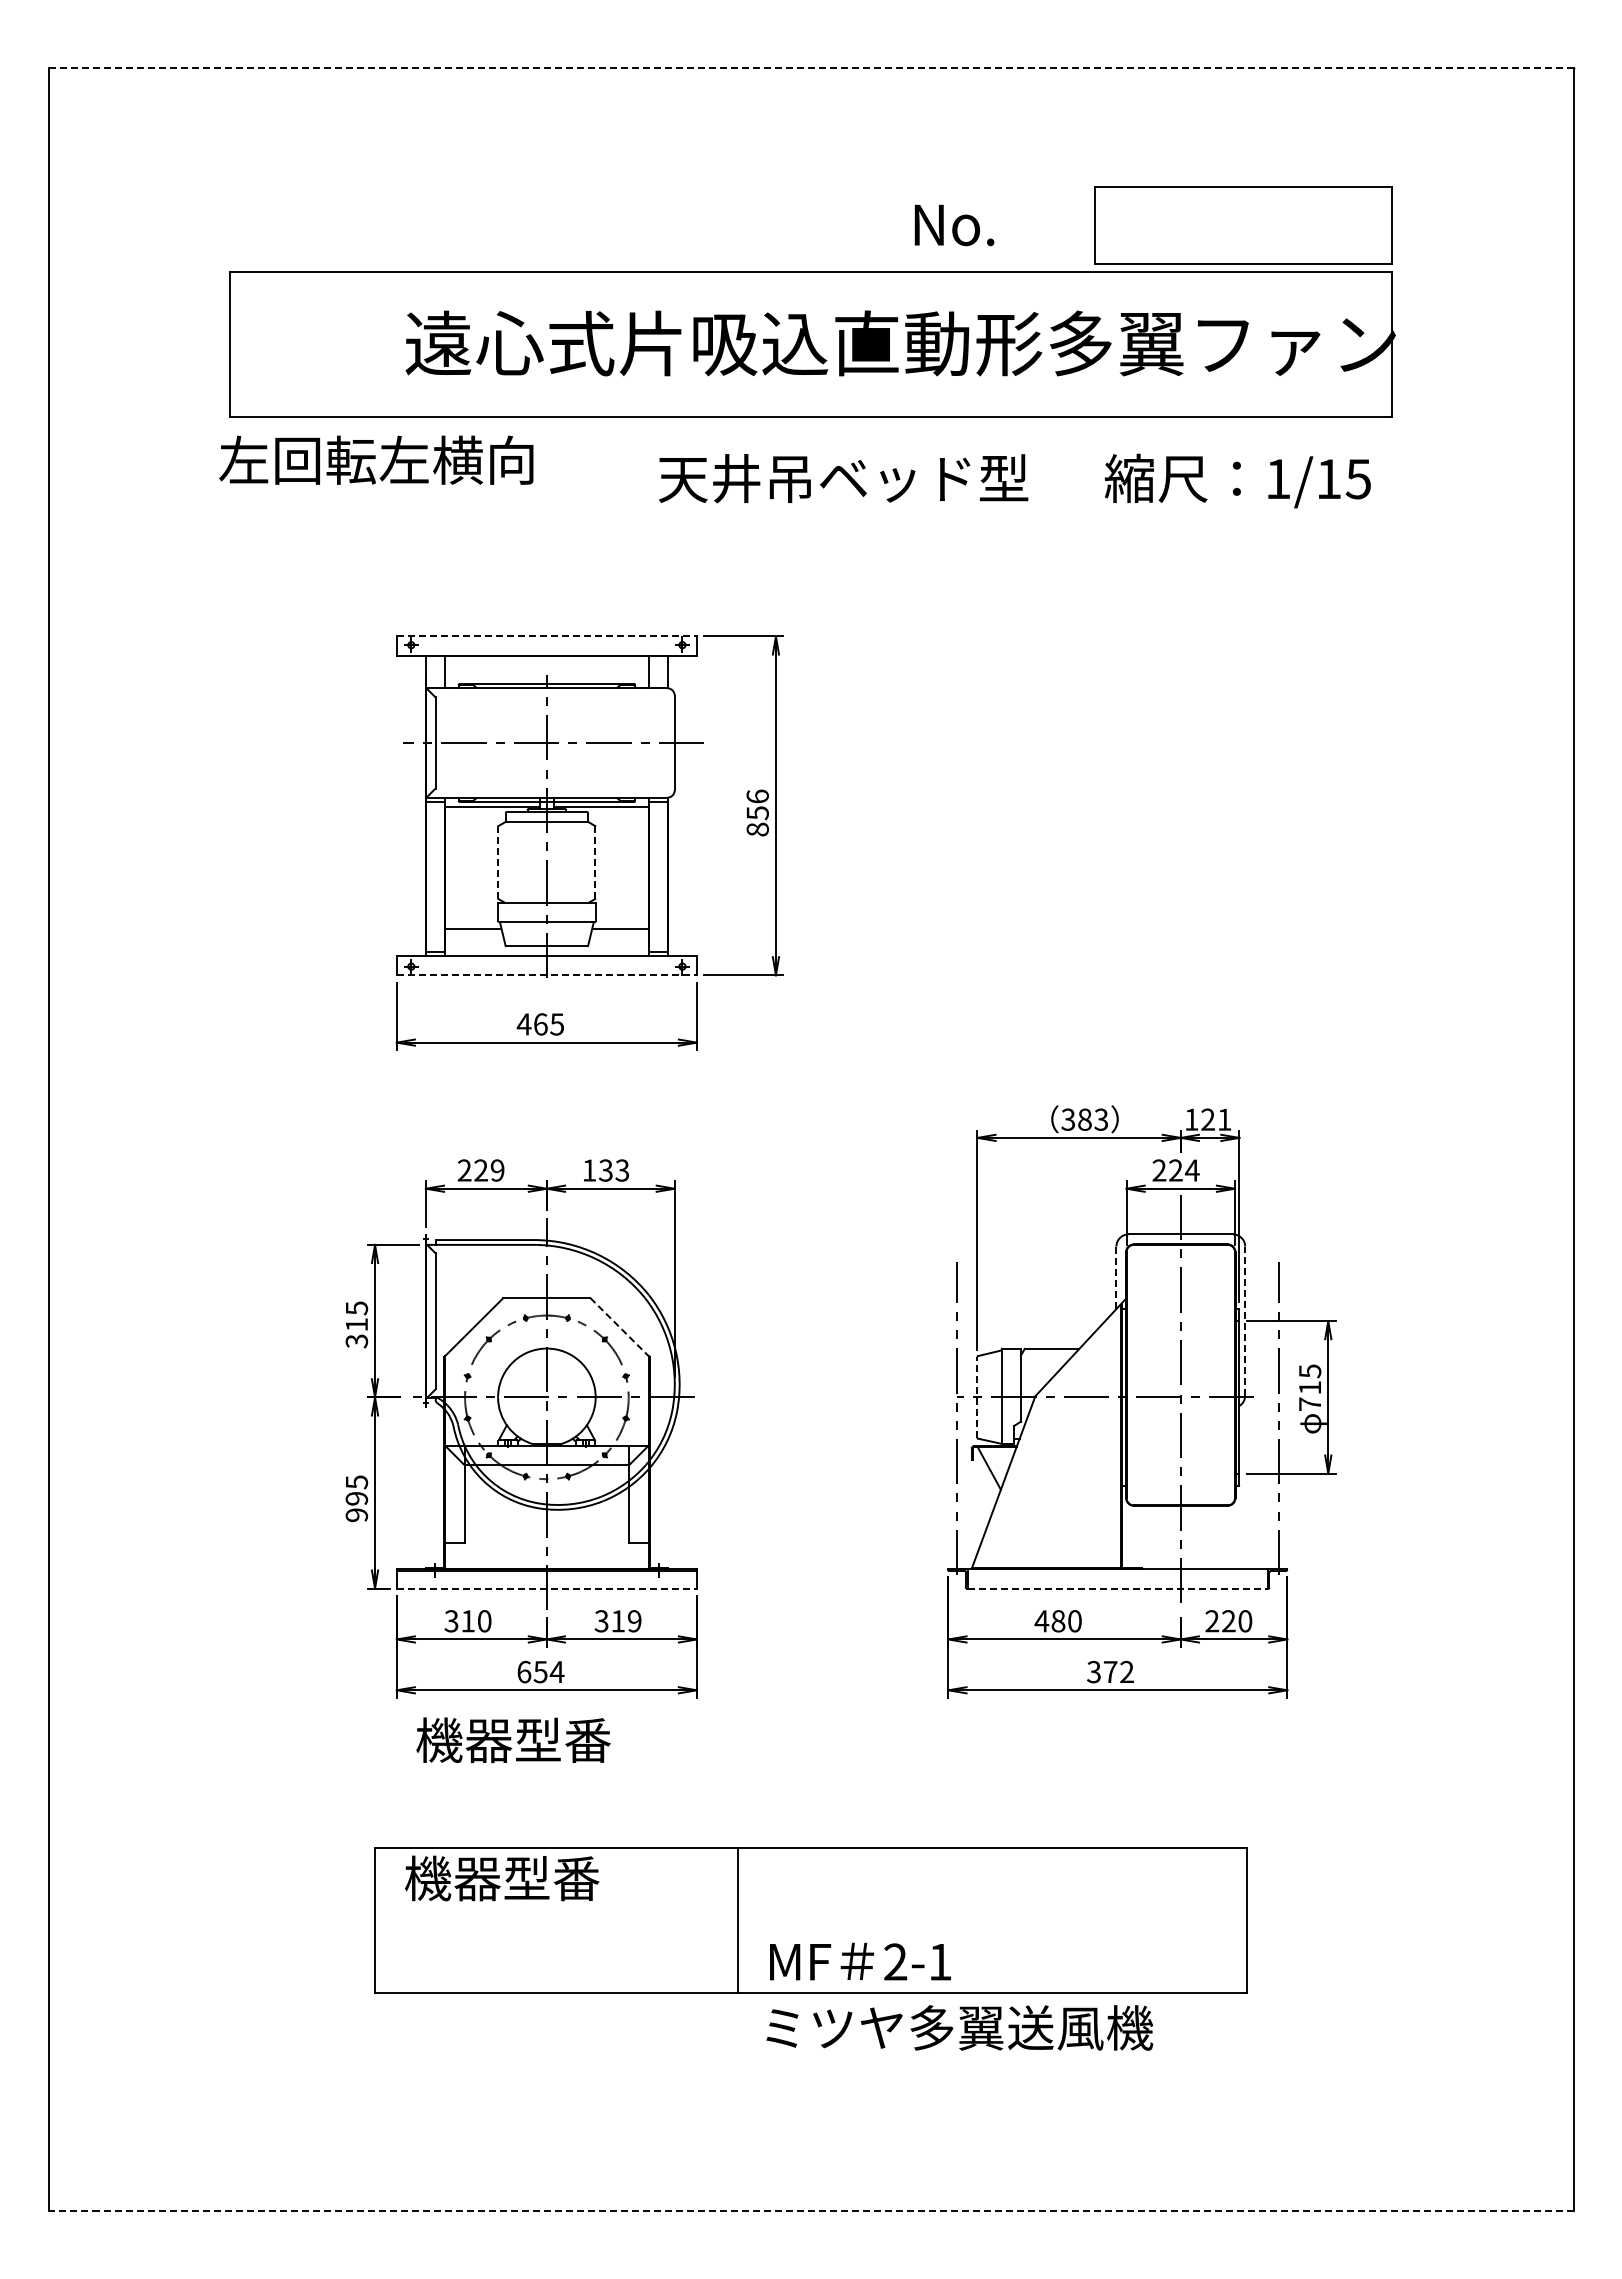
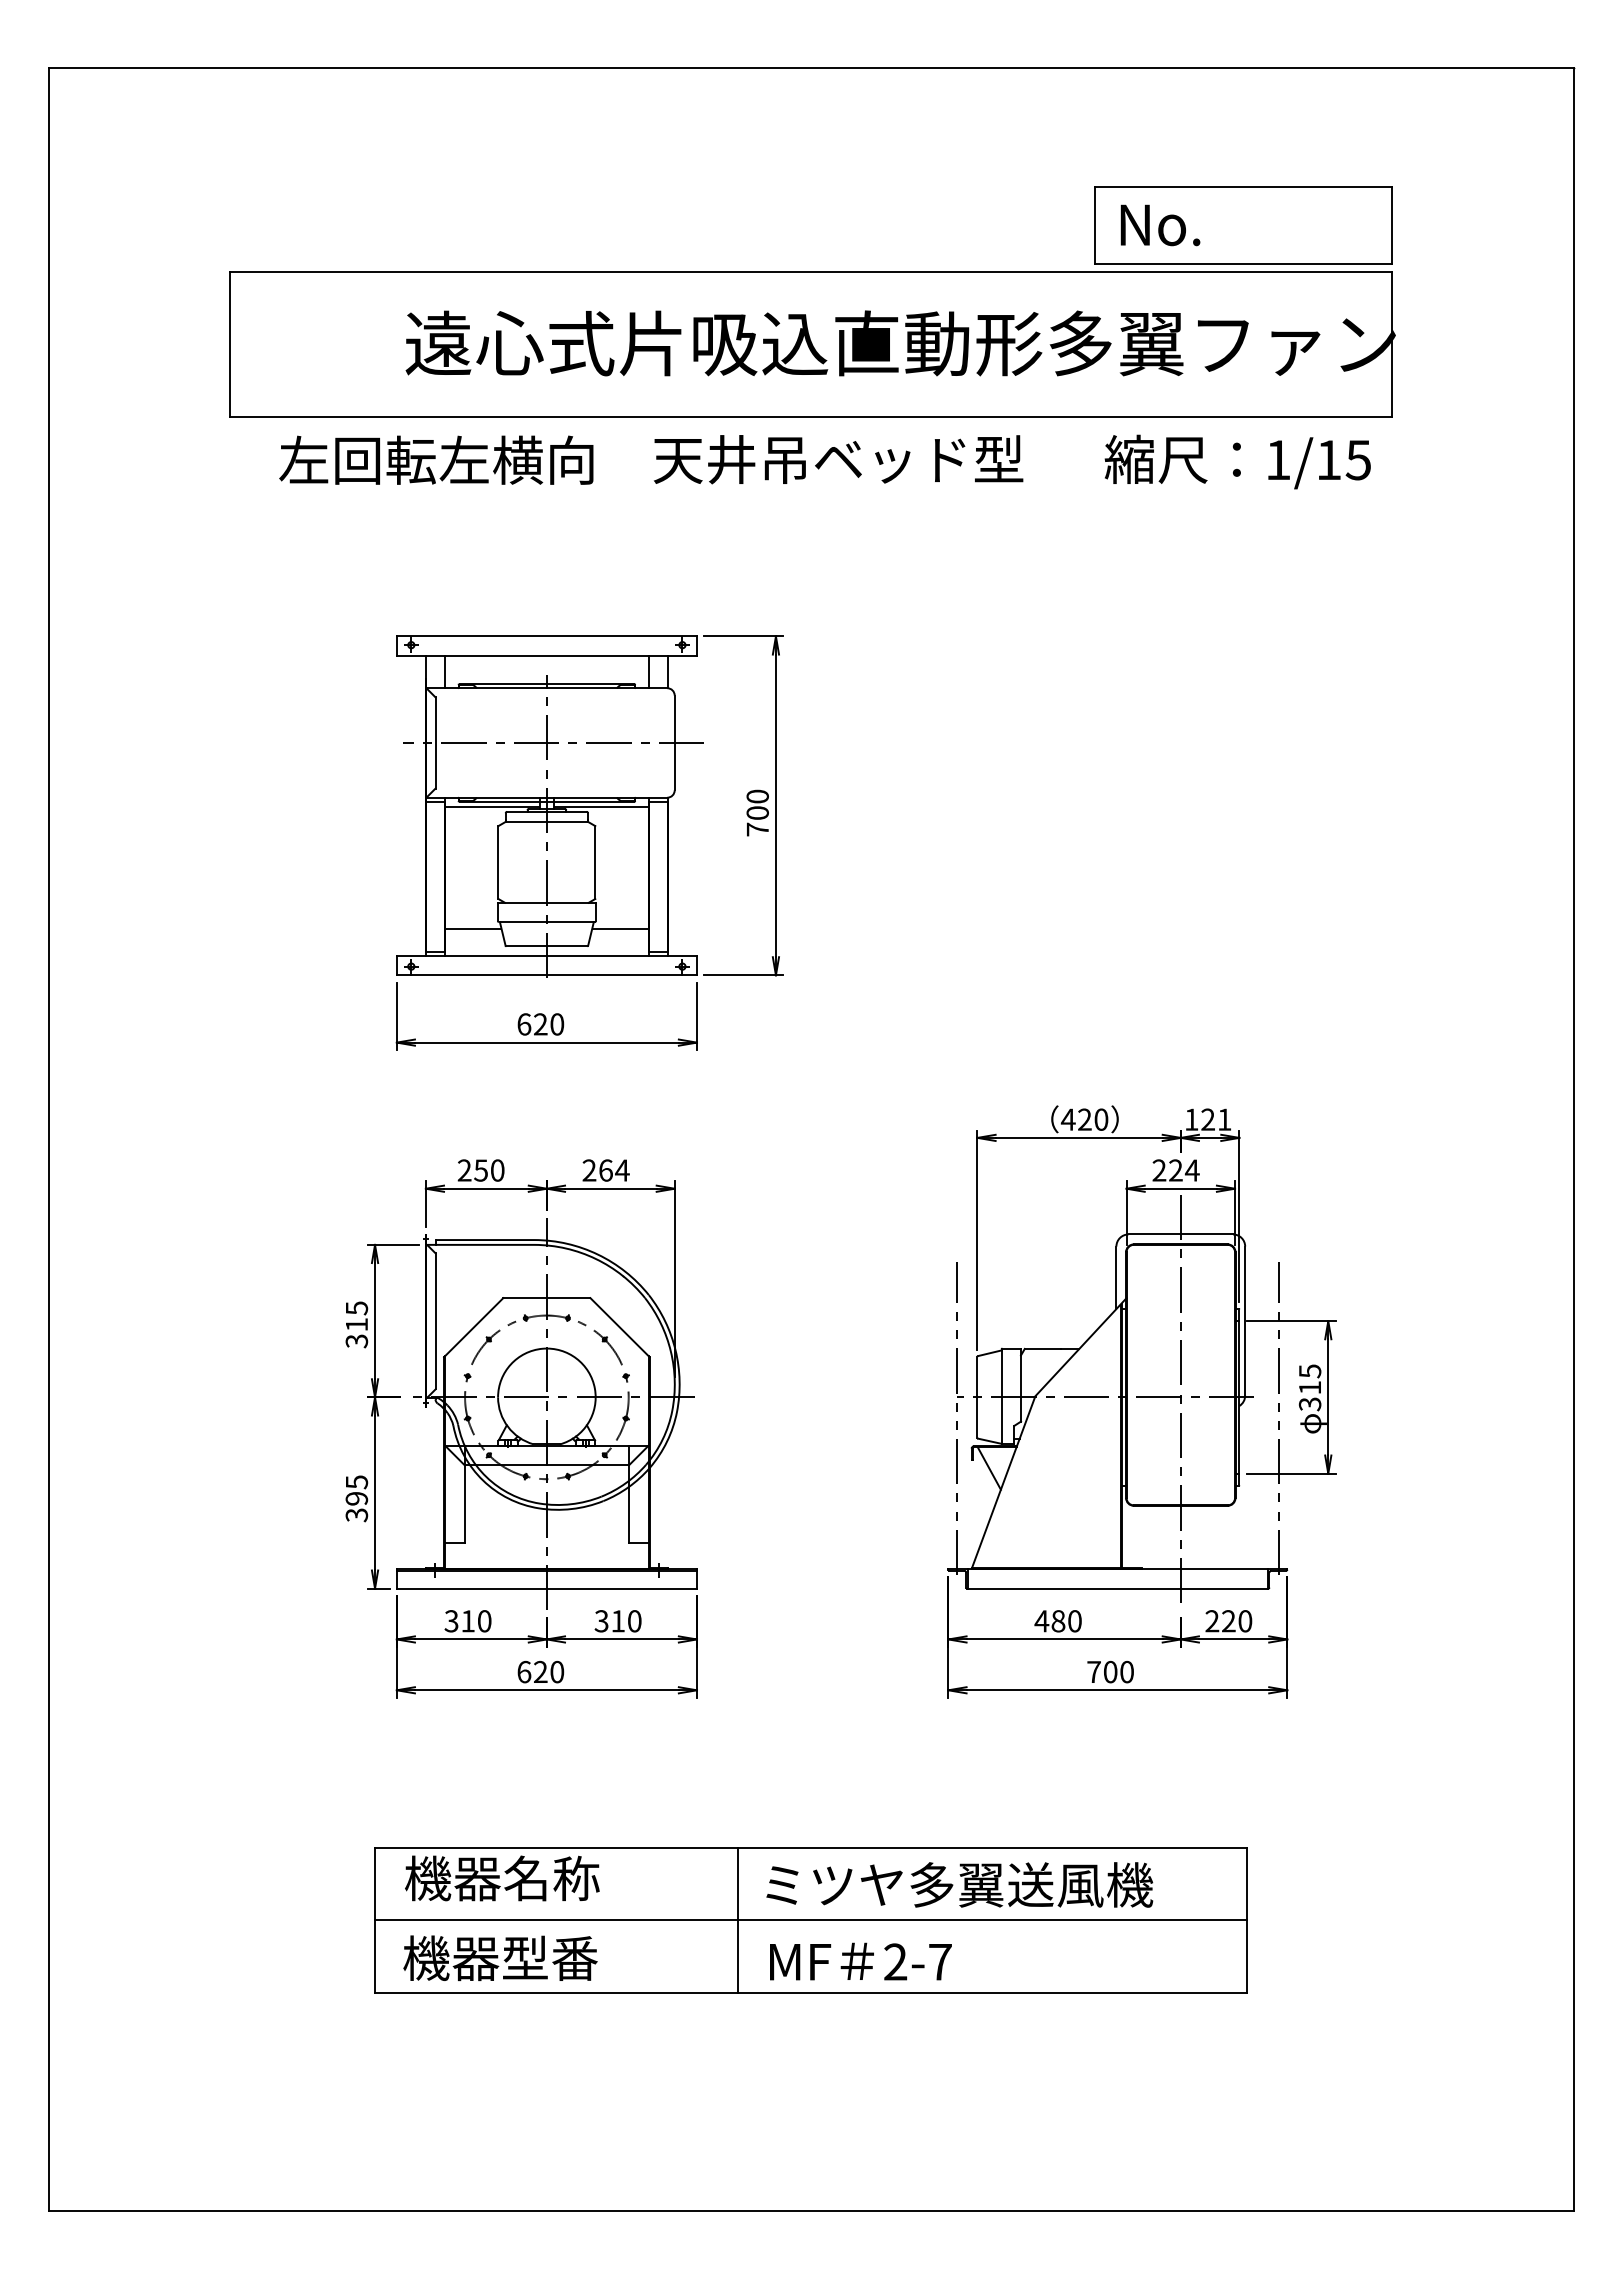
line at (811, 68): dashed -> solid
text at (954, 225) position: (954, 225) -> (1160, 225)
text at (376, 459) position: (376, 459) -> (436, 459)
text at (843, 478) position: (843, 478) -> (838, 459)
text at (1237, 480) position: (1237, 480) -> (1237, 461)
line at (547, 636): dashed -> solid
text at (757, 812): 856 -> 700
line at (595, 862): dashed -> solid
line at (498, 863): dashed -> solid
line at (547, 975): dashed -> solid
text at (540, 1024): 465 -> 620
text at (1084, 1119): 383 -> 420
text at (489, 1170): 229 -> 250
text at (605, 1170): 133 -> 264
line at (1116, 1277): dashed -> solid
line at (1245, 1321): dashed -> solid
line at (620, 1327): dashed -> solid
line at (977, 1396): dashed -> solid
text at (1309, 1404): 715 -> 315
text at (357, 1515): 995 -> 395
line at (547, 1588): dashed -> solid
line at (1118, 1588): dashed -> solid
text at (634, 1621): 319 -> 310
text at (548, 1671): 654 -> 620
text at (1110, 1671): 372 -> 700
text at (513, 1739) position: (513, 1739) -> (500, 1957)
text at (551, 1878): 機器型番 -> 機器名称
line at (810, 1920): none -> present
text at (940, 1962): 2-1 -> 2-7
text at (959, 2027) position: (959, 2027) -> (959, 1884)
line at (810, 2210): dashed -> solid
